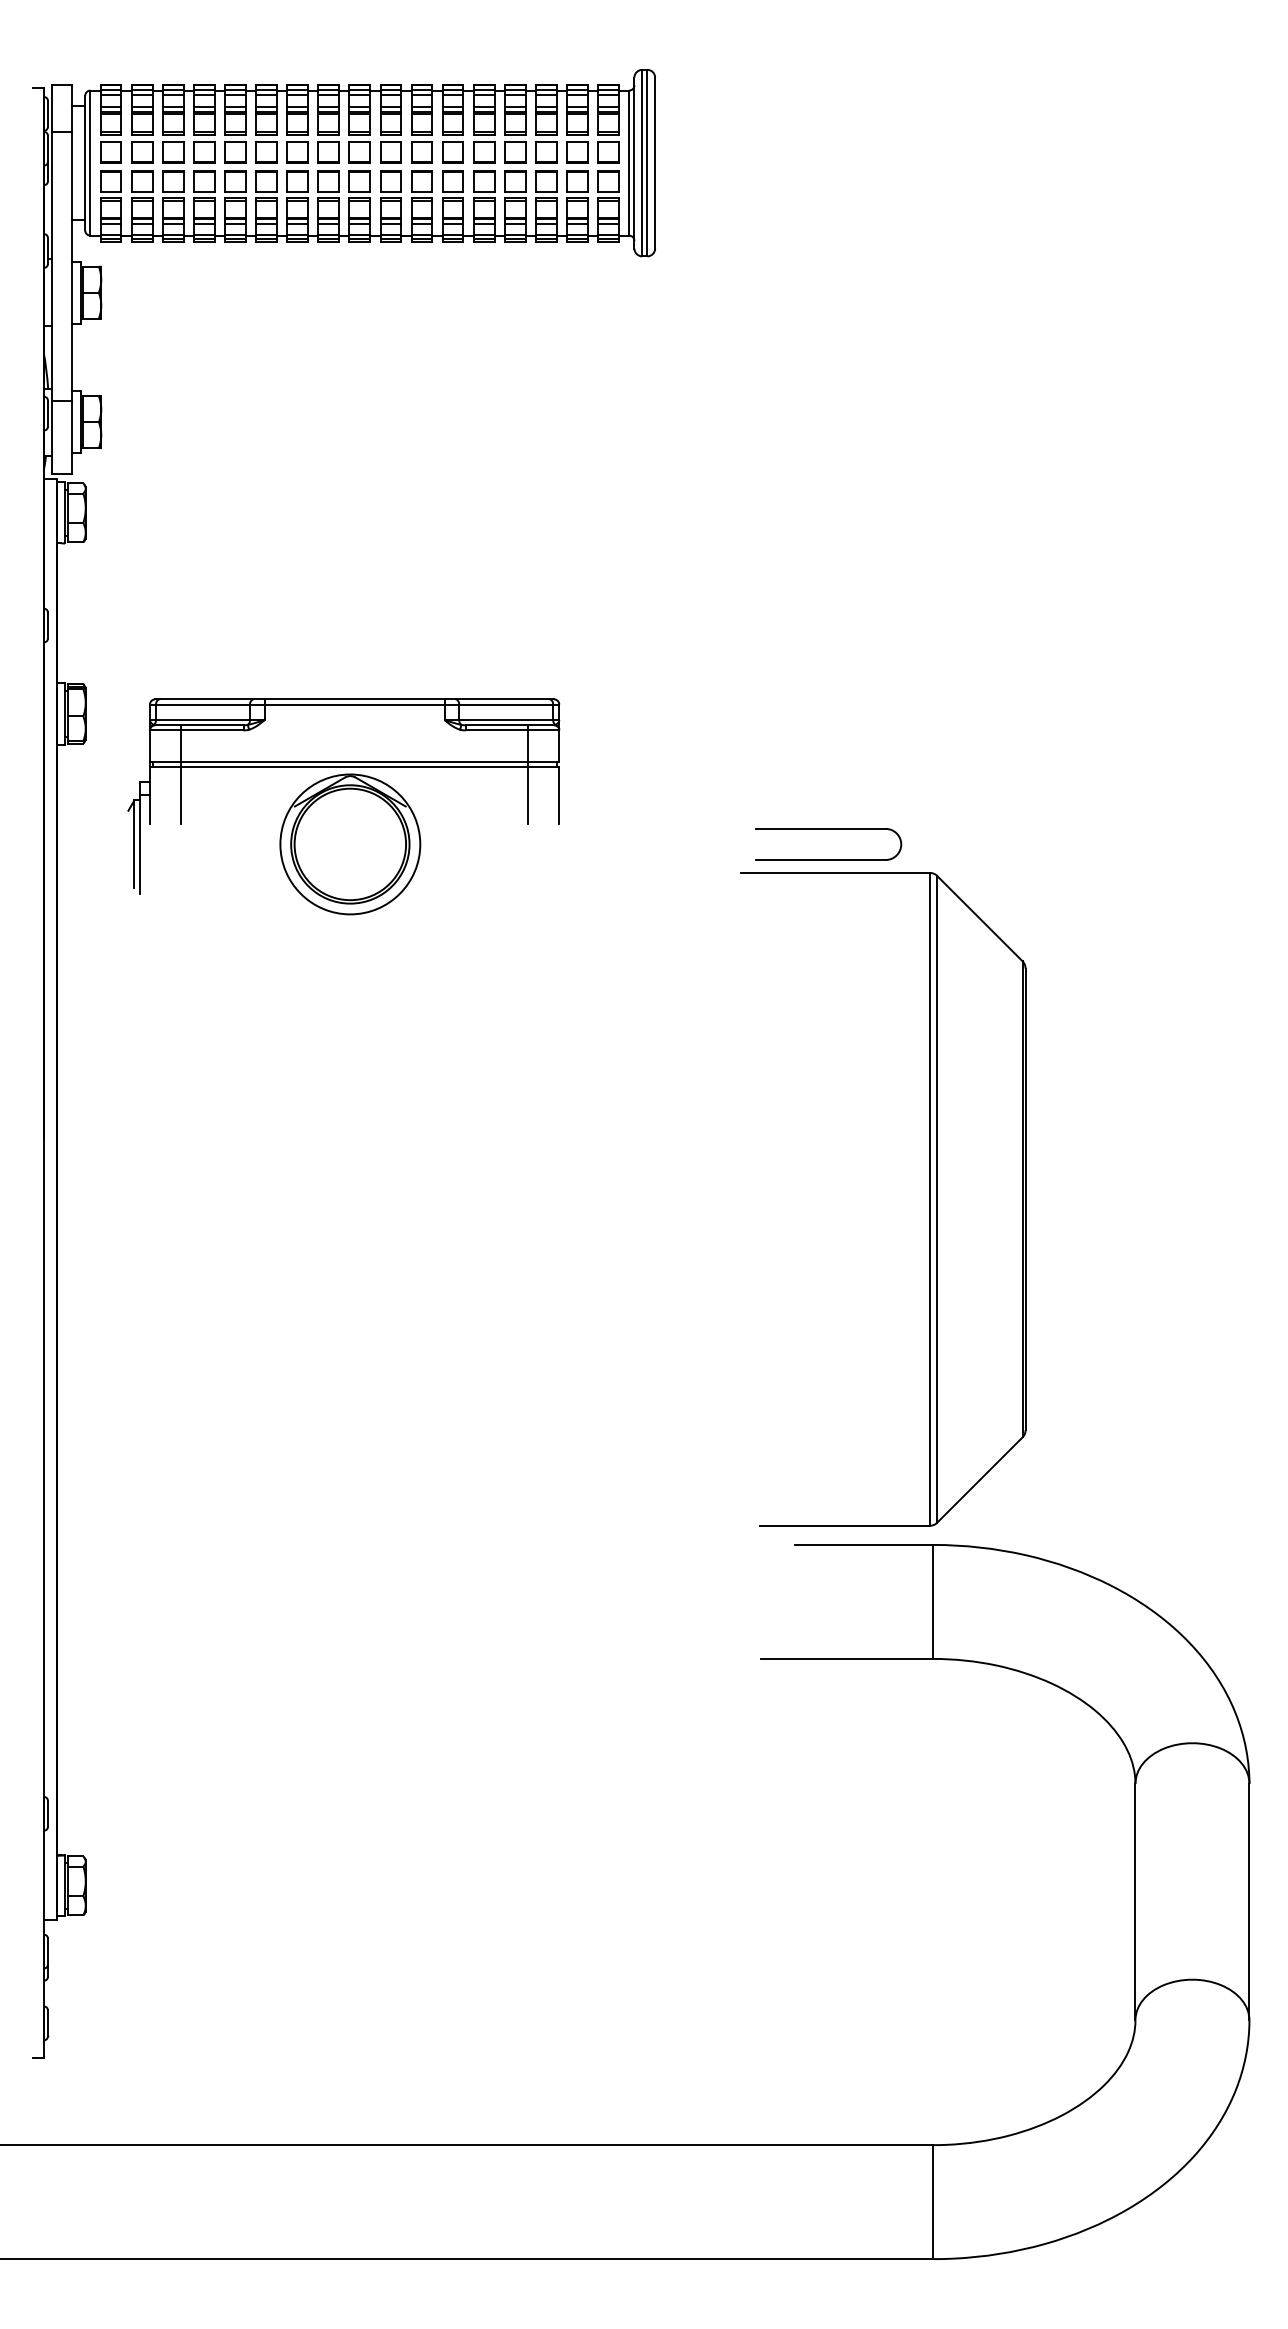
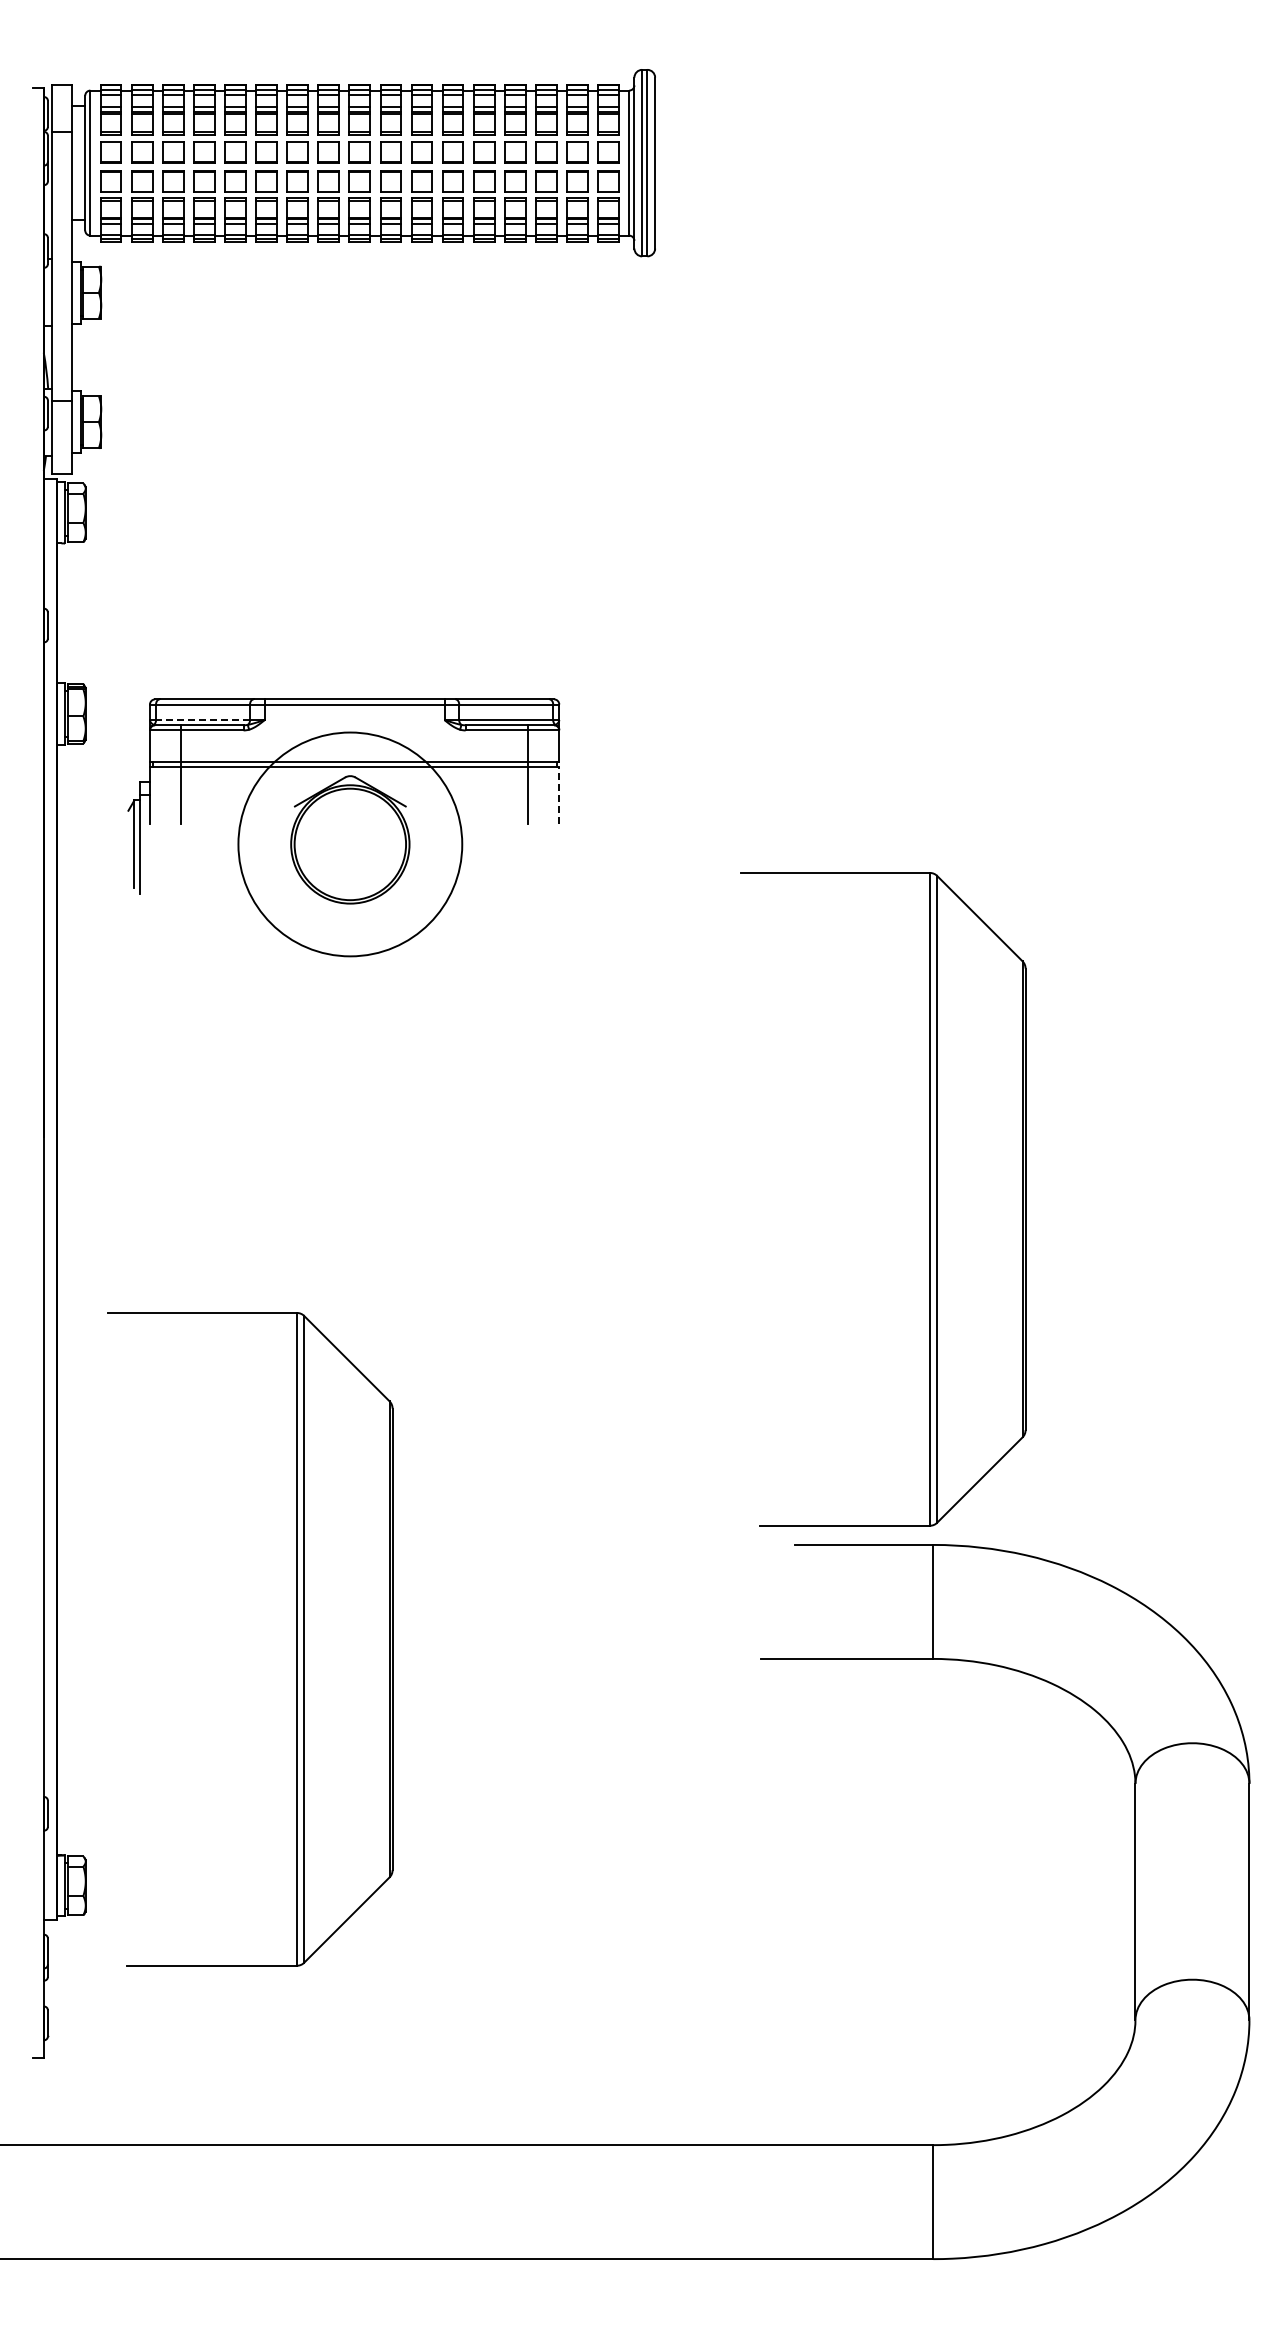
line at (202, 720): solid -> dashed
line at (559, 794): solid -> dashed
part at (828, 829): present -> none
circle at (350, 844) diameter: 140 px -> 224 px
part at (296, 1639): none -> present
